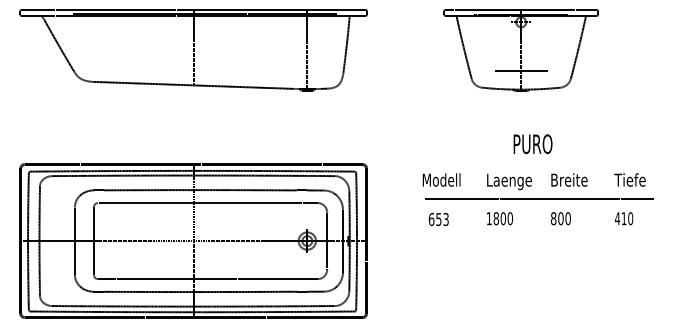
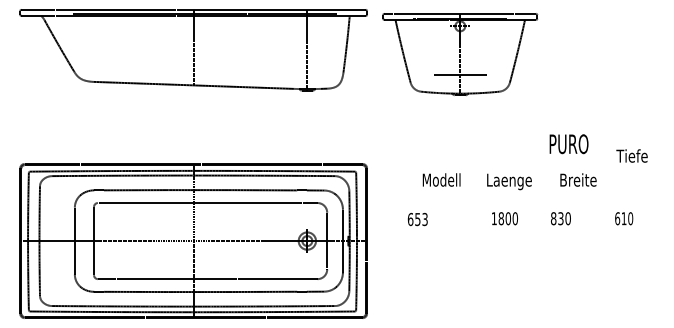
part at (521, 50) position: (521, 50) -> (460, 54)
text at (532, 144) position: (532, 144) -> (568, 144)
text at (569, 179) position: (569, 179) -> (578, 179)
text at (629, 179) position: (629, 179) -> (631, 155)
line at (539, 199): present -> none
text at (499, 218) position: (499, 218) -> (504, 218)
text at (560, 218): 800 -> 830
text at (617, 218): 410 -> 610
text at (438, 219) position: (438, 219) -> (417, 219)
